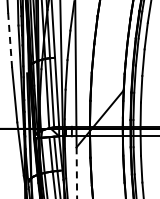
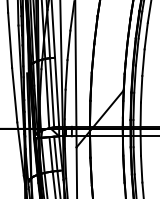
line at (10, 40): dashed -> solid
line at (76, 173): dashed -> solid
